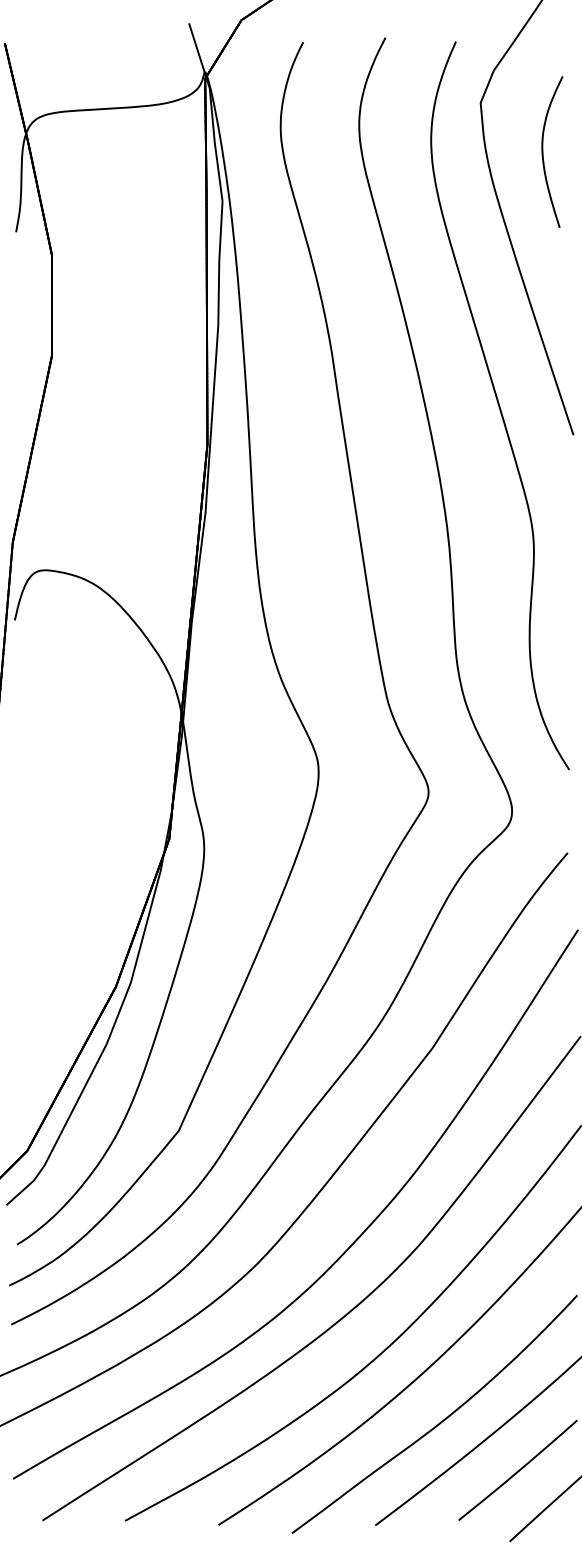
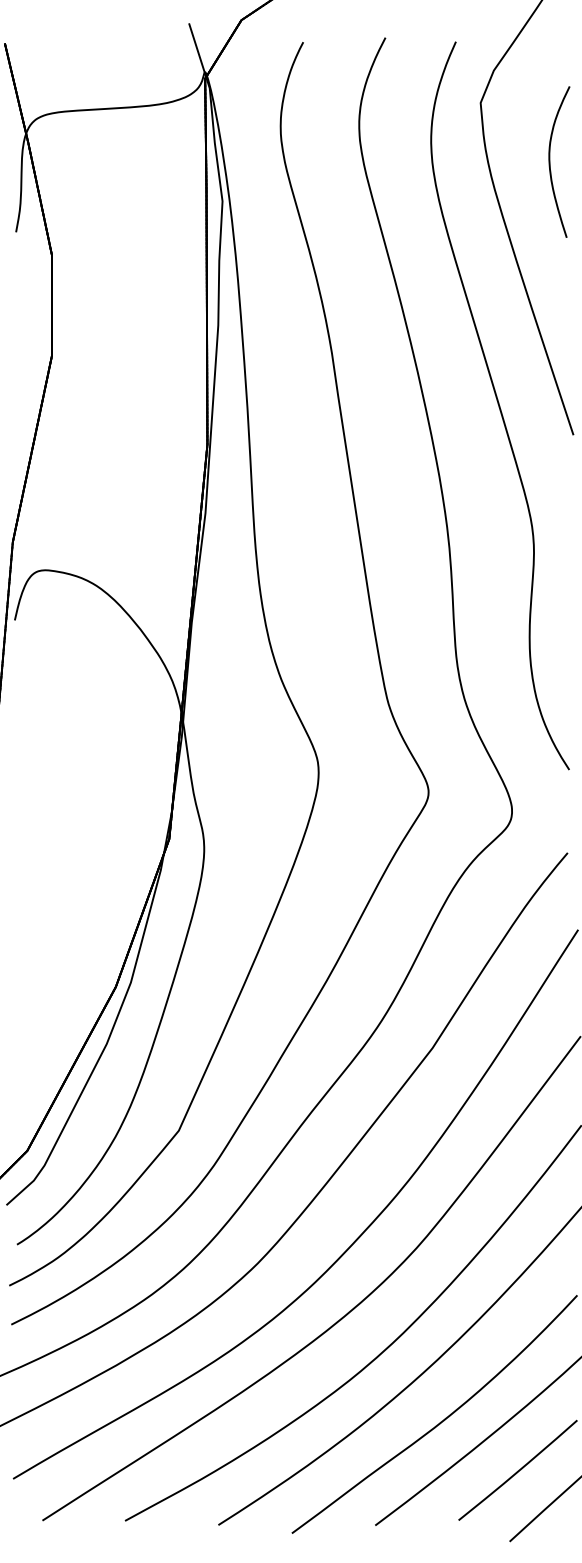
curve at (543, 151) position: (543, 151) -> (550, 161)
